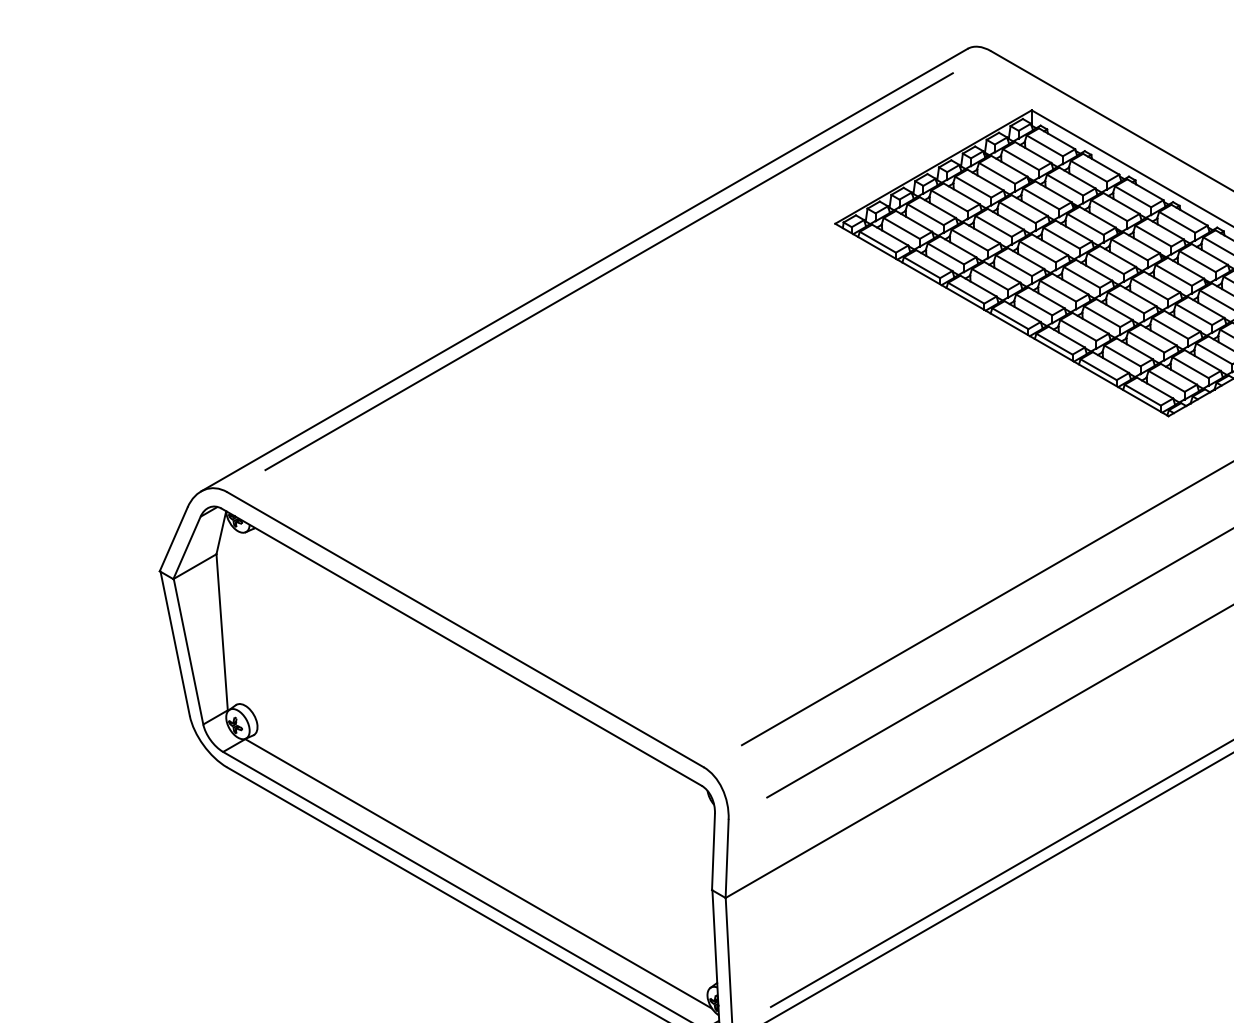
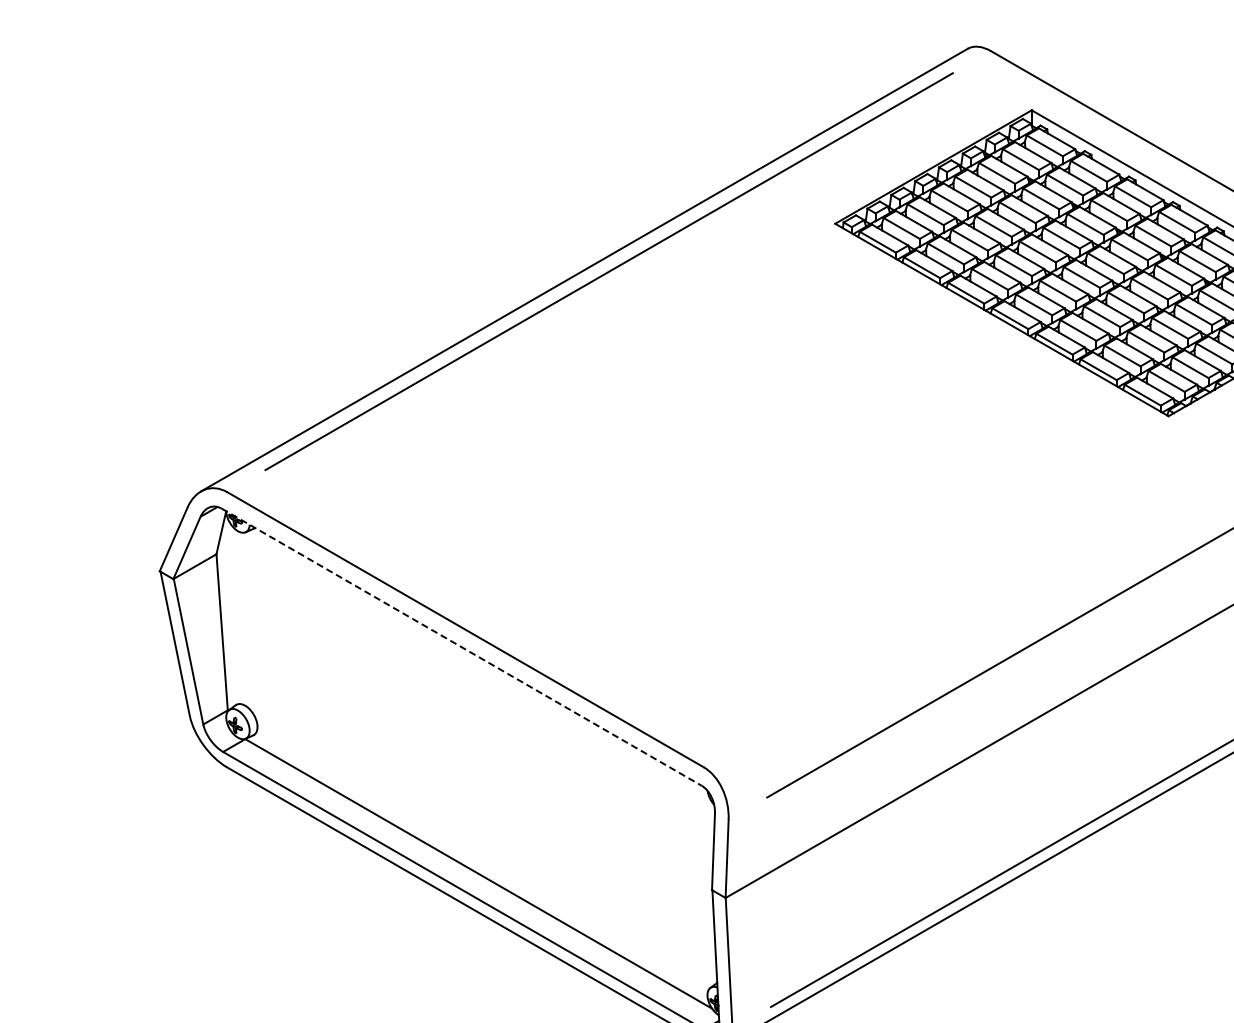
line at (985, 603): present -> none
line at (462, 647): solid -> dashed
